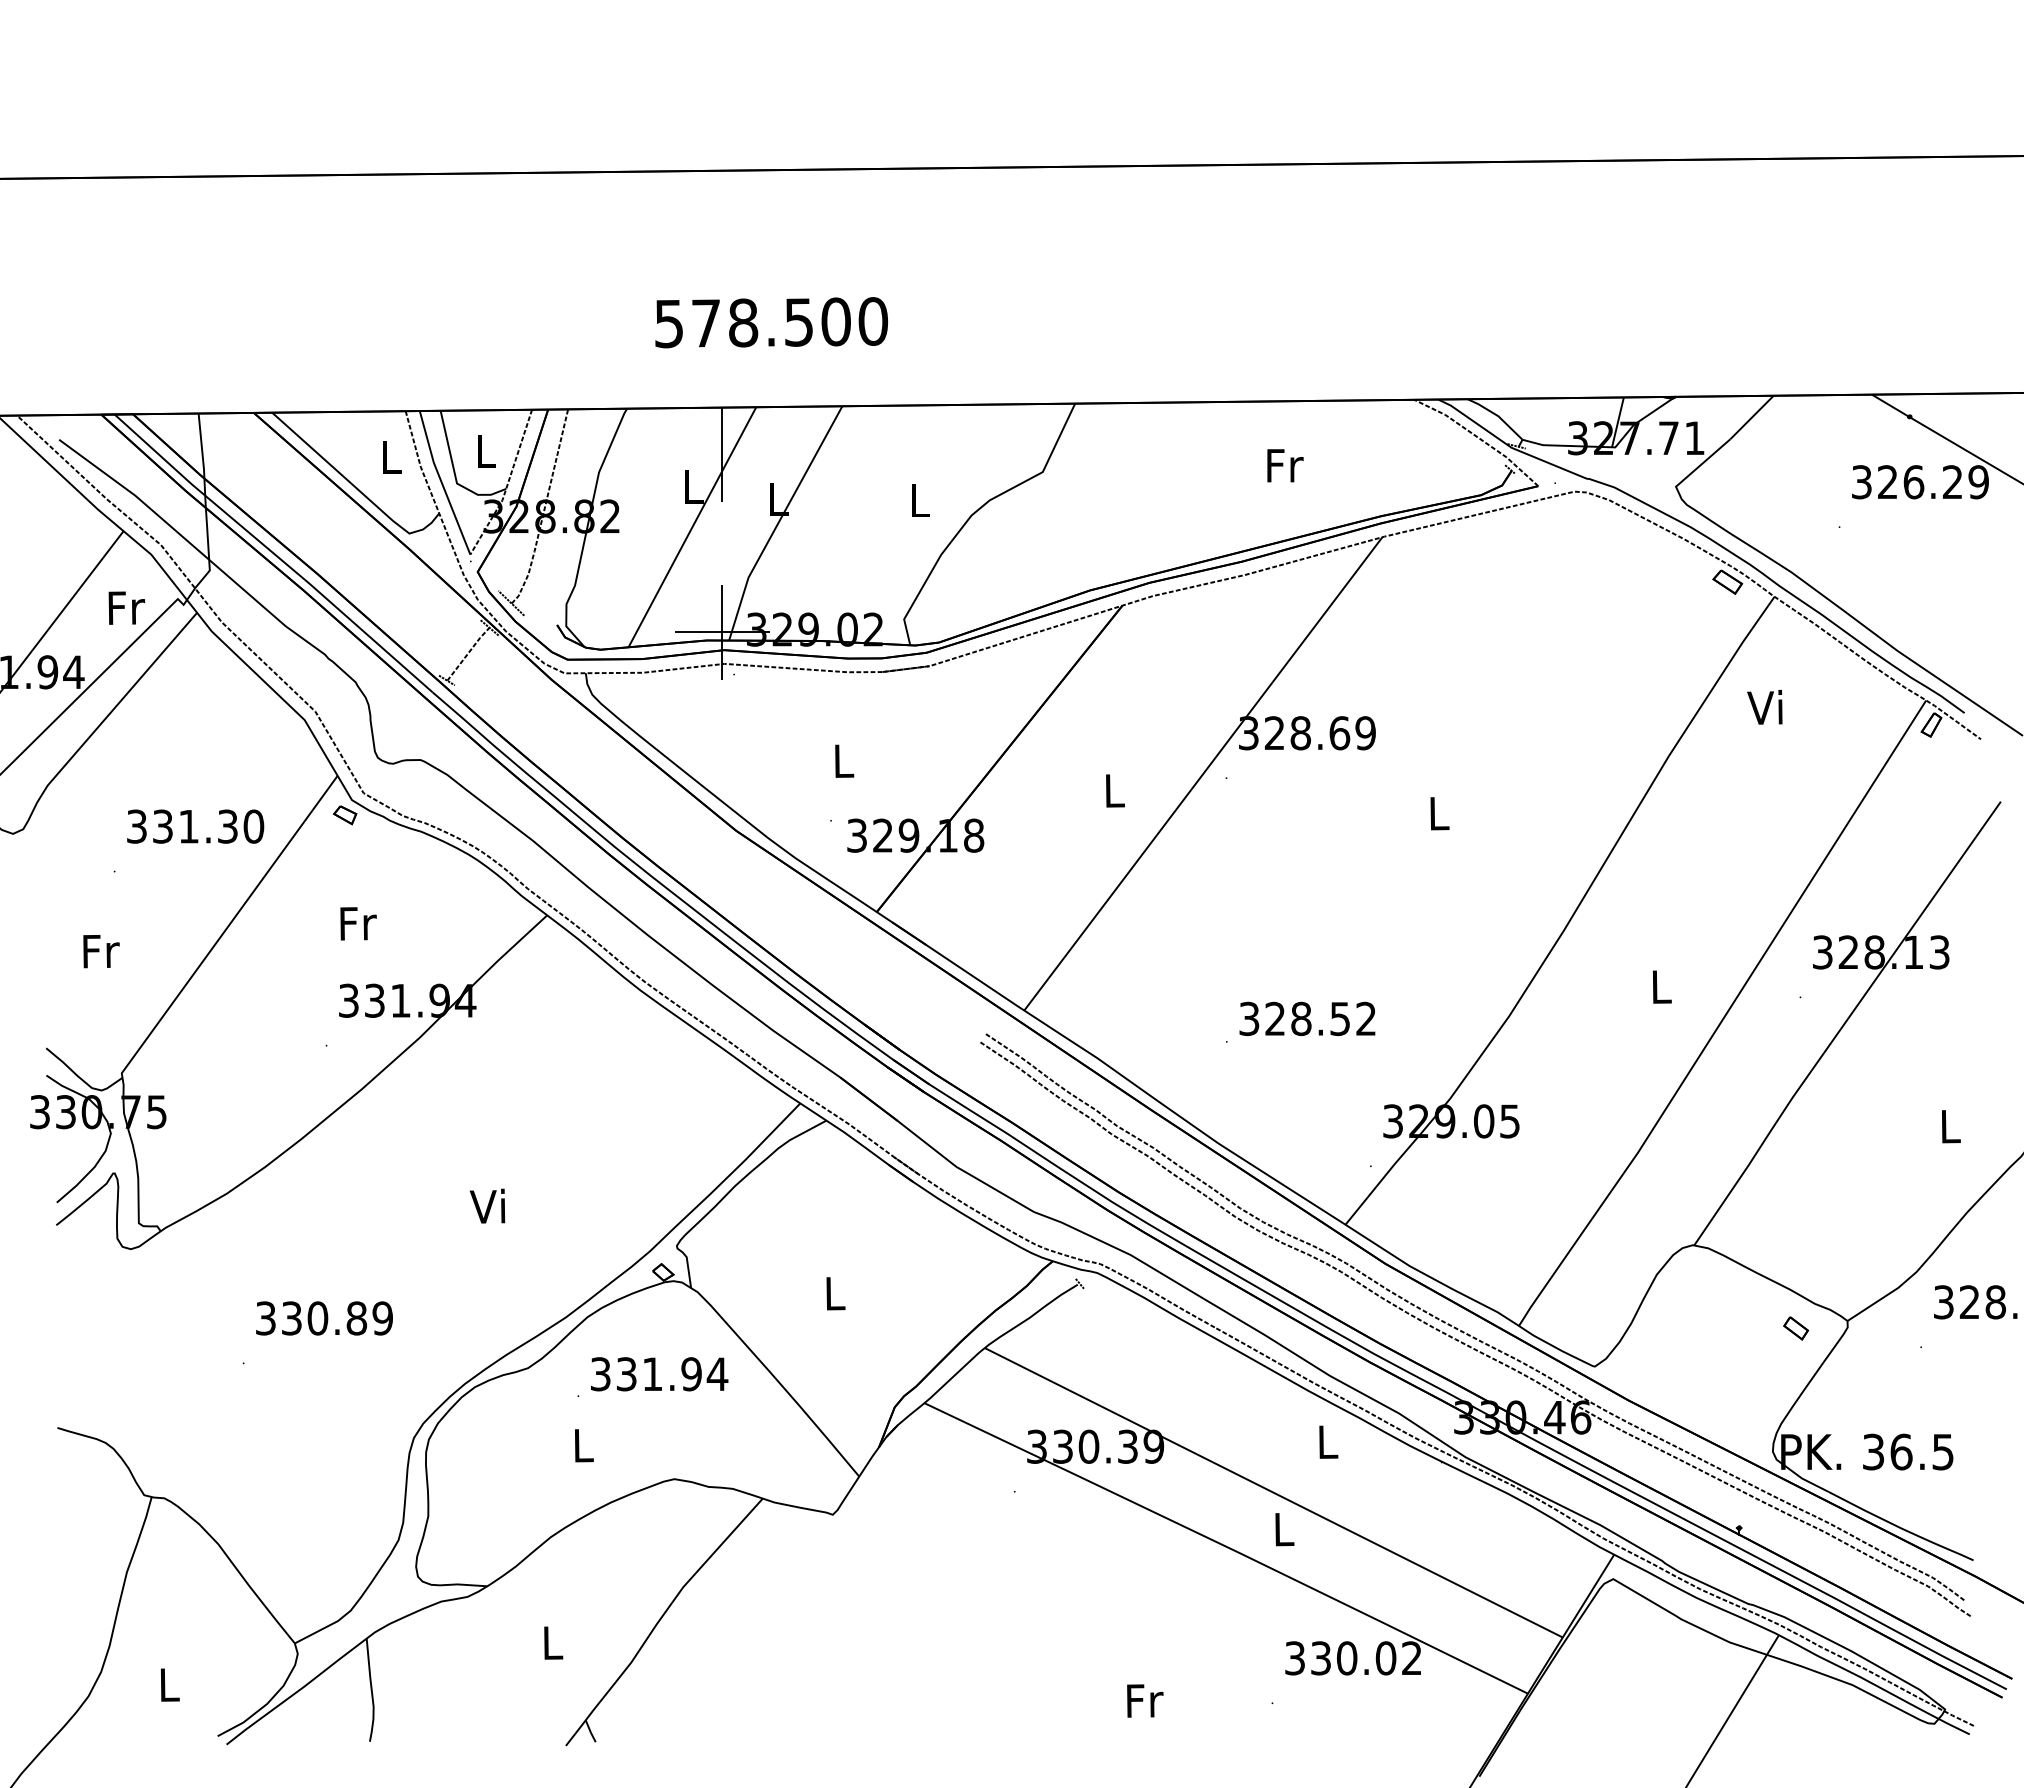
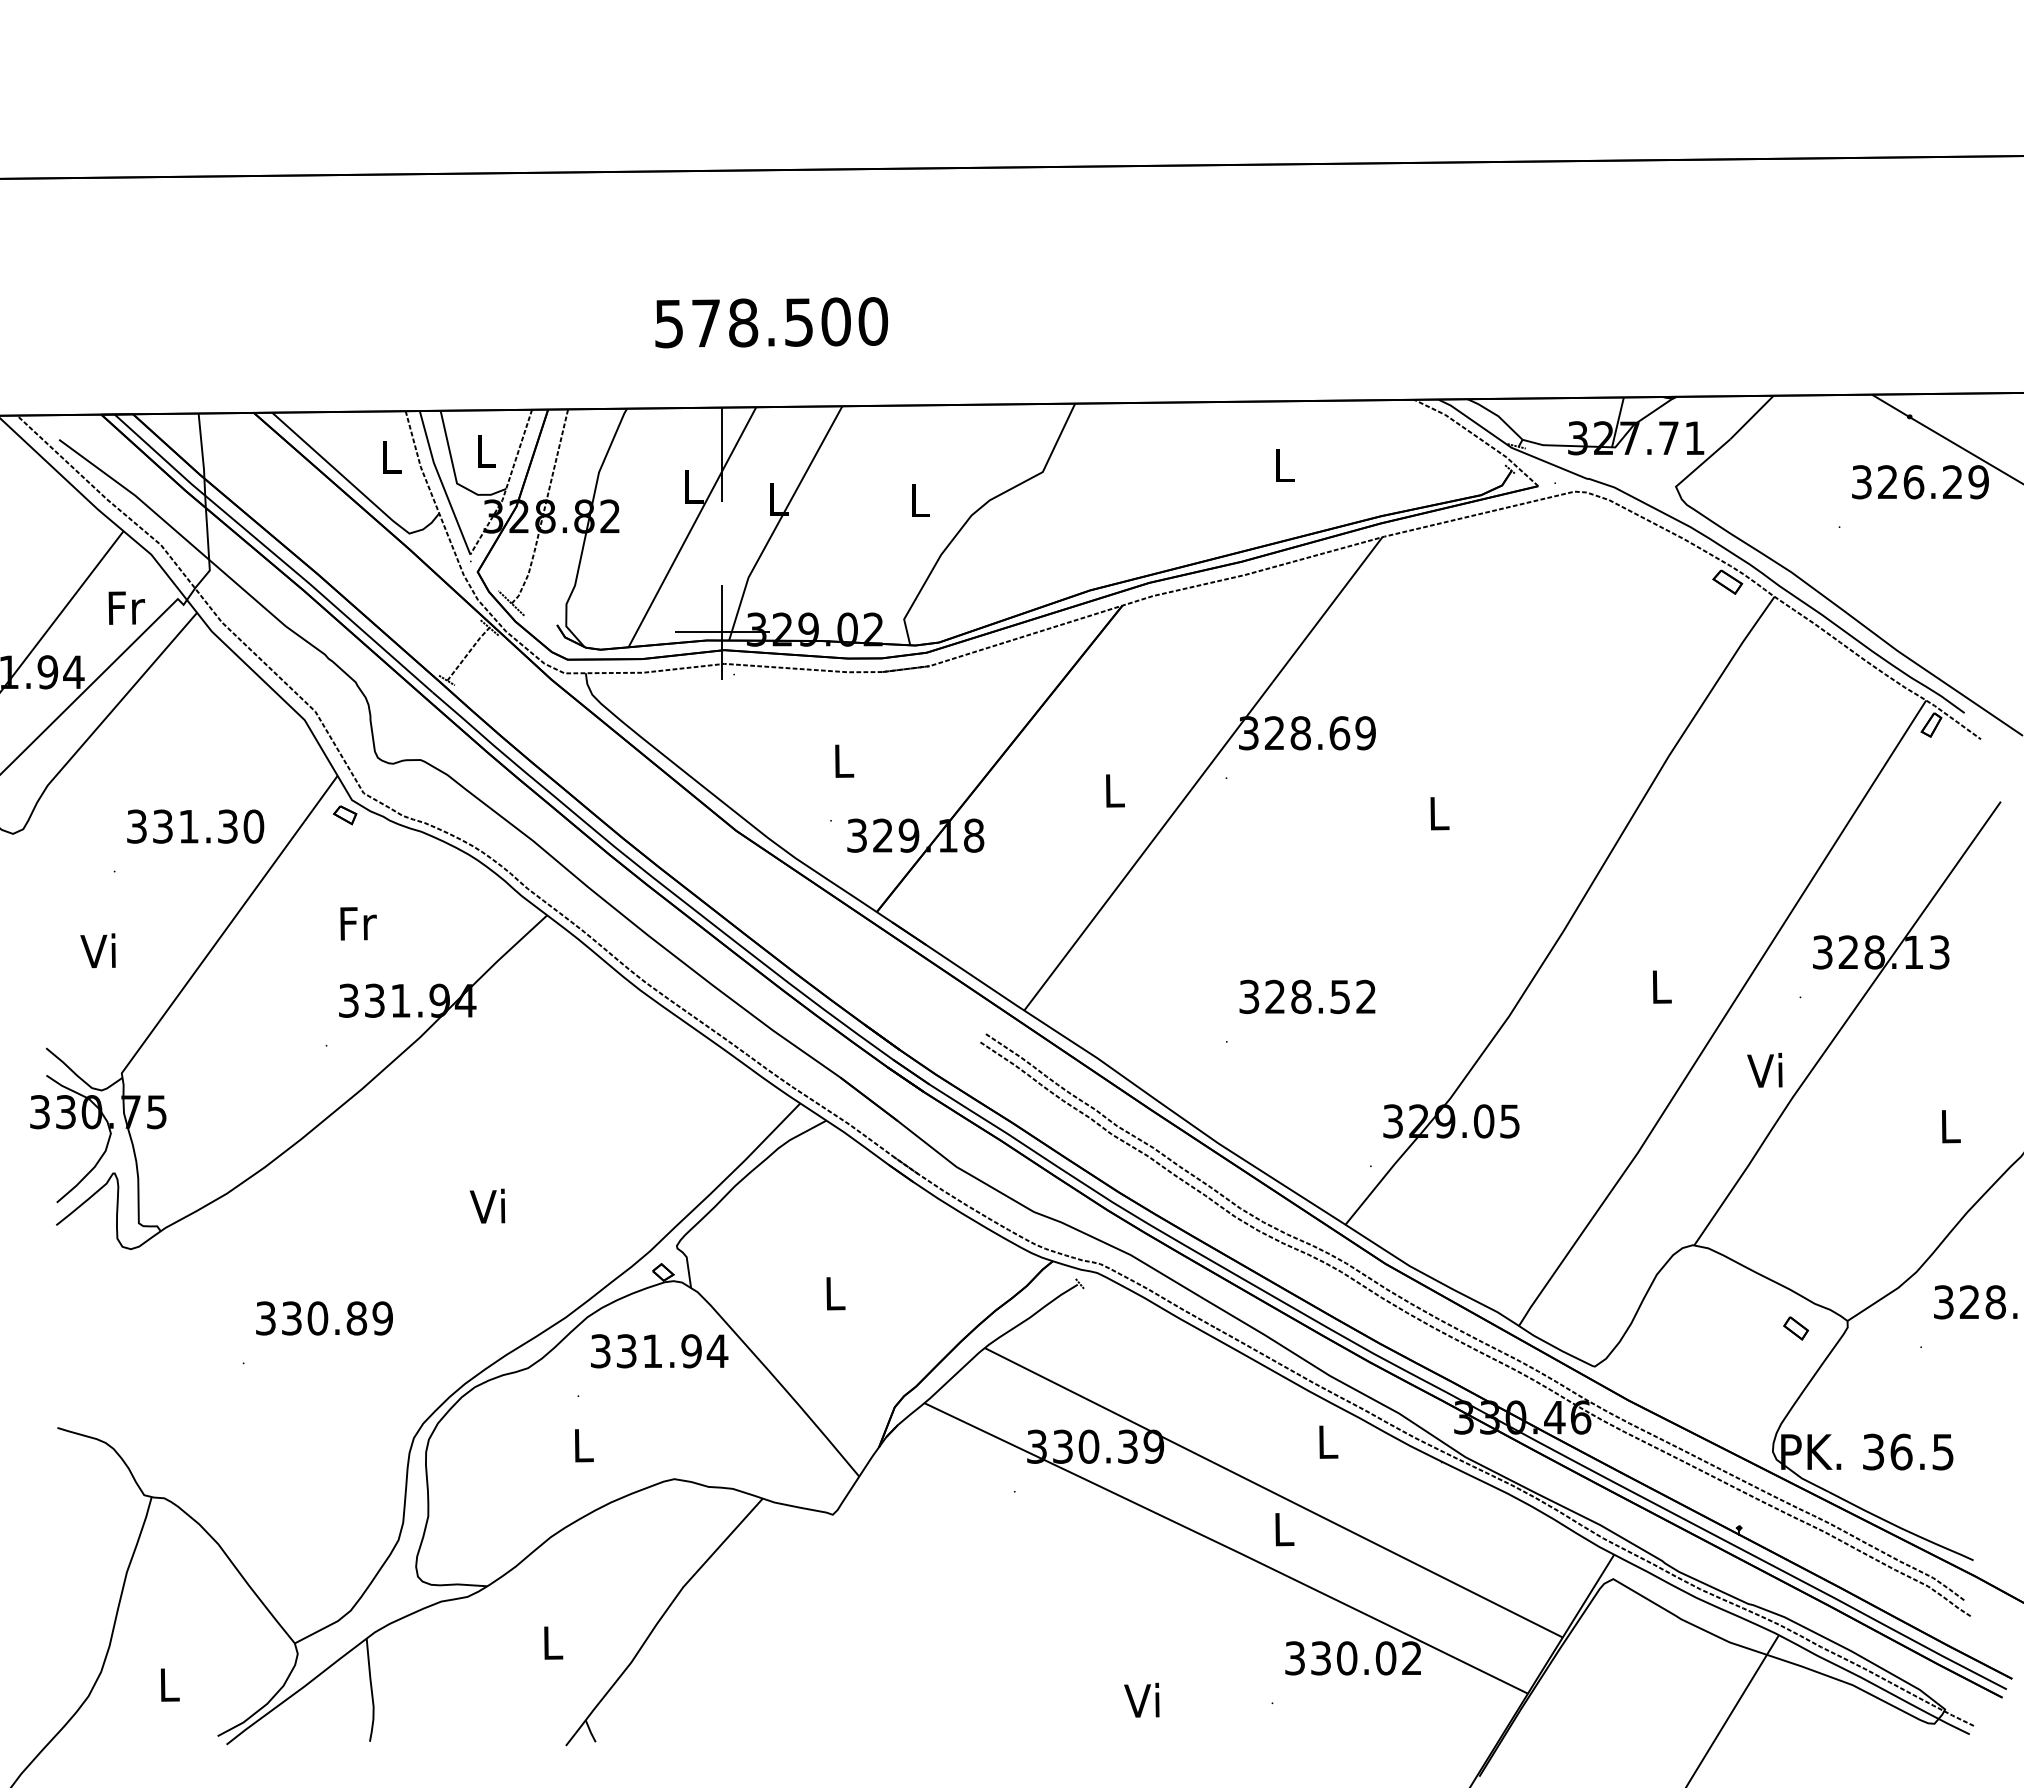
text at (1285, 465): Fr -> L
text at (1764, 707) position: (1764, 707) -> (1764, 1070)
text at (99, 950): Fr -> Vi
text at (1307, 1018) position: (1307, 1018) -> (1307, 996)
text at (659, 1374) position: (659, 1374) -> (659, 1351)
text at (1143, 1699): Fr -> Vi
